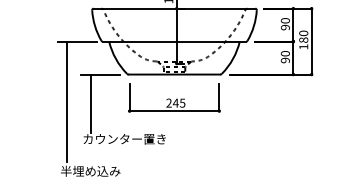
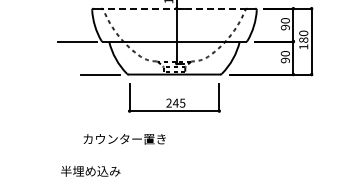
line at (174, 8): solid -> dashed
line at (66, 101): present -> none
line at (90, 103): present -> none
